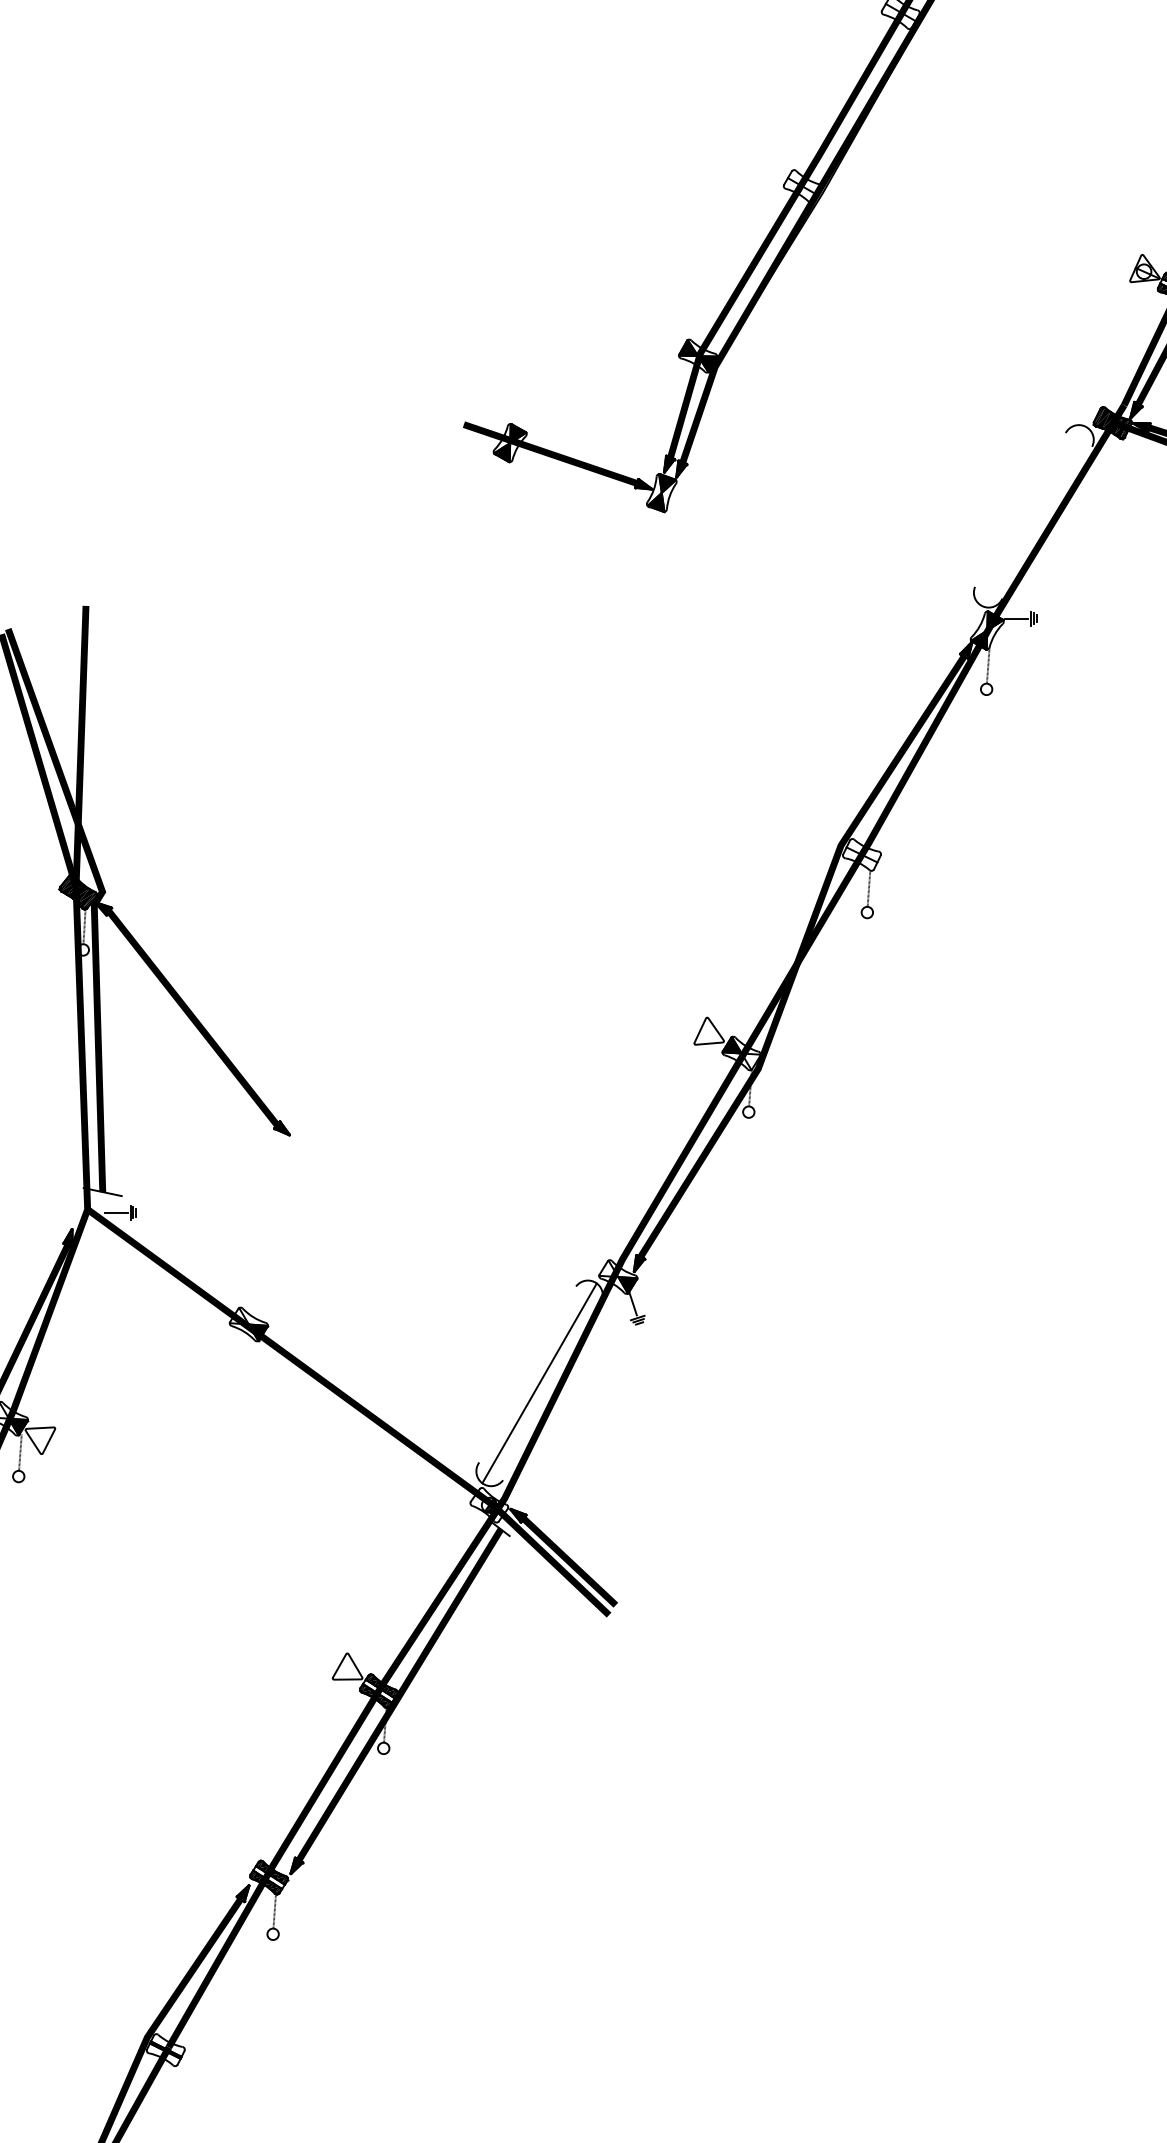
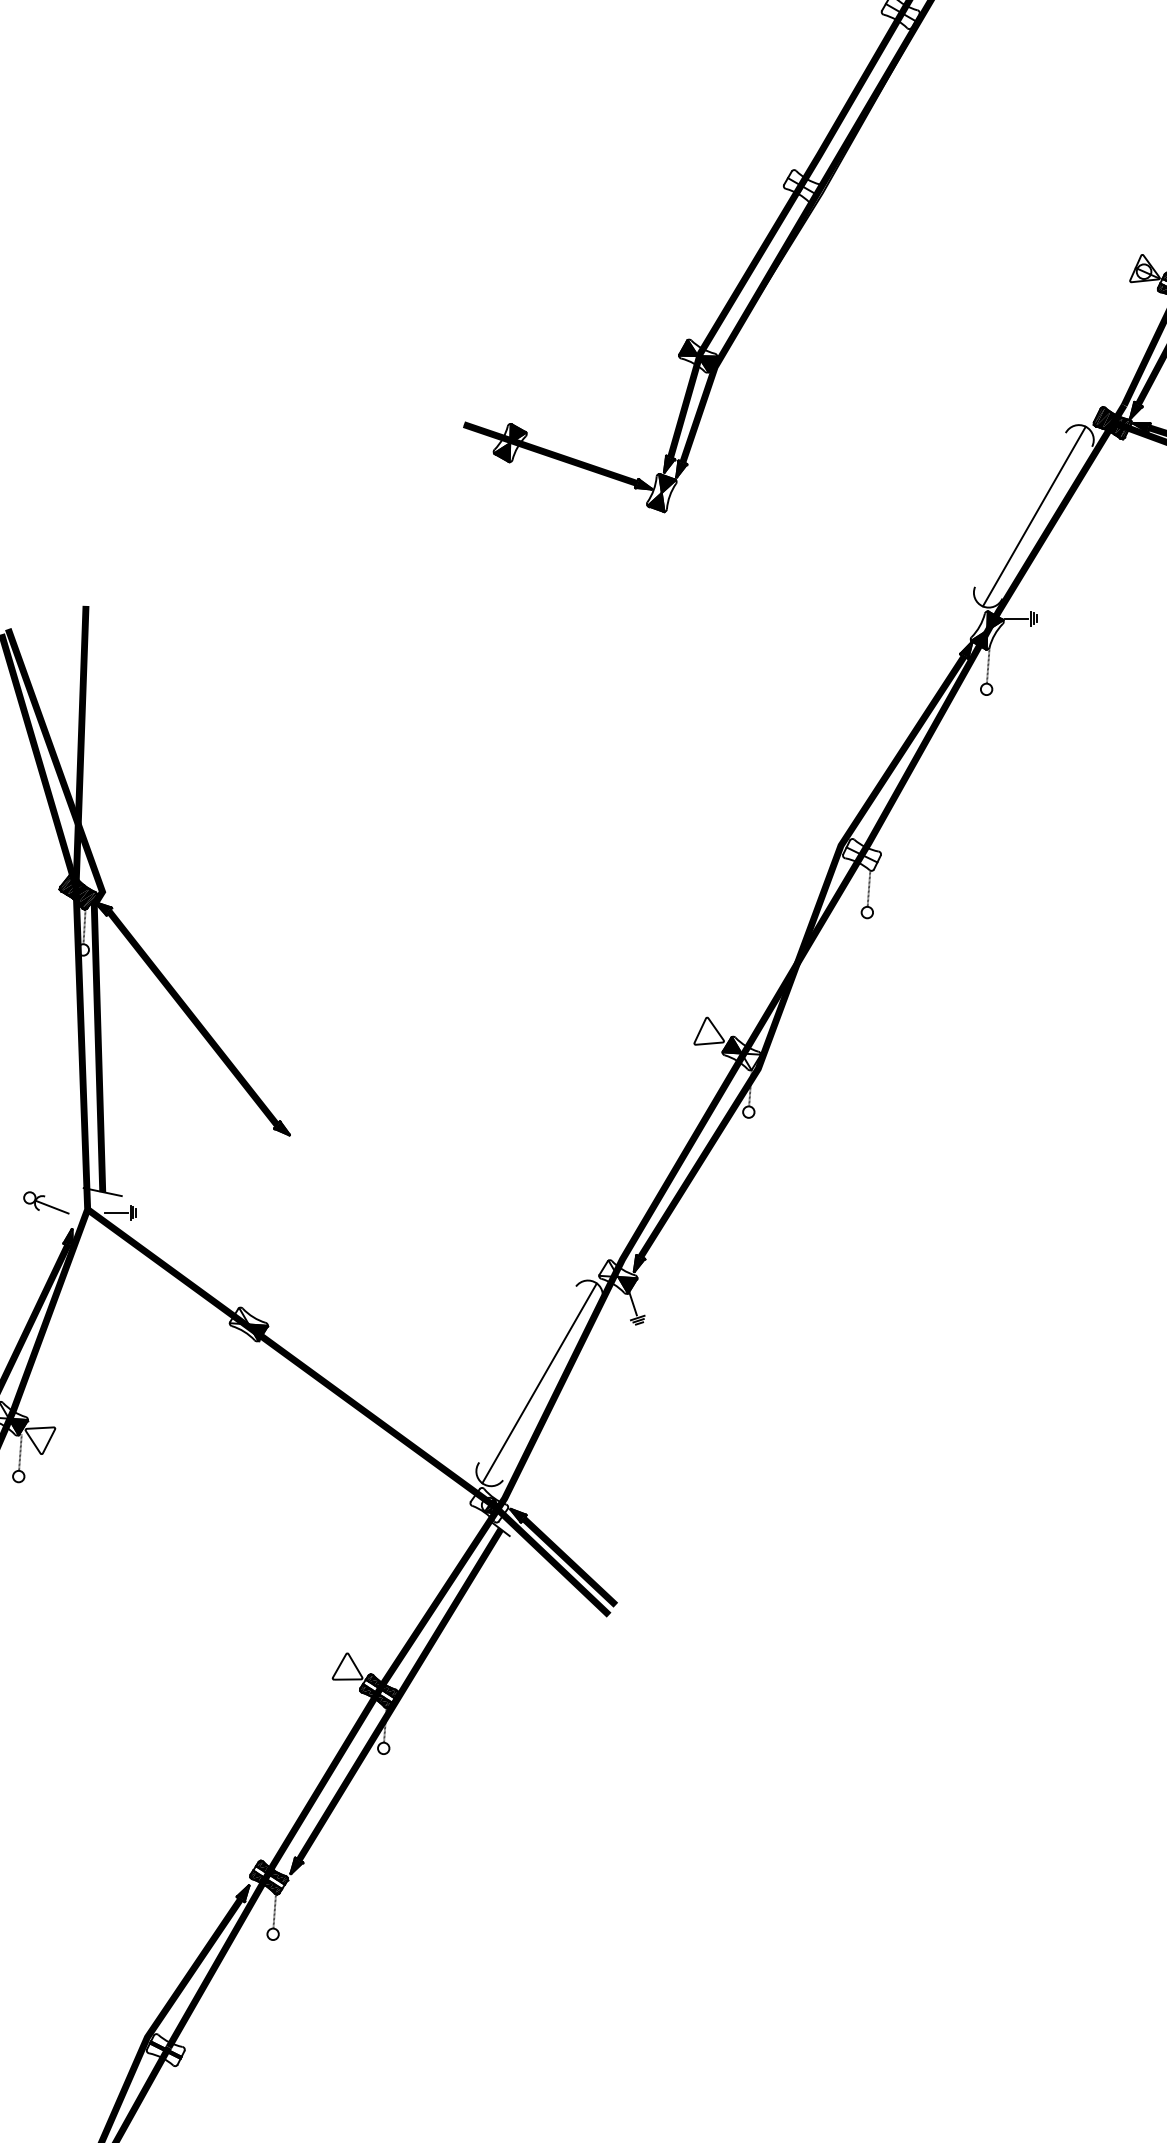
line at (1033, 516): none -> present
part at (46, 1202): none -> present
